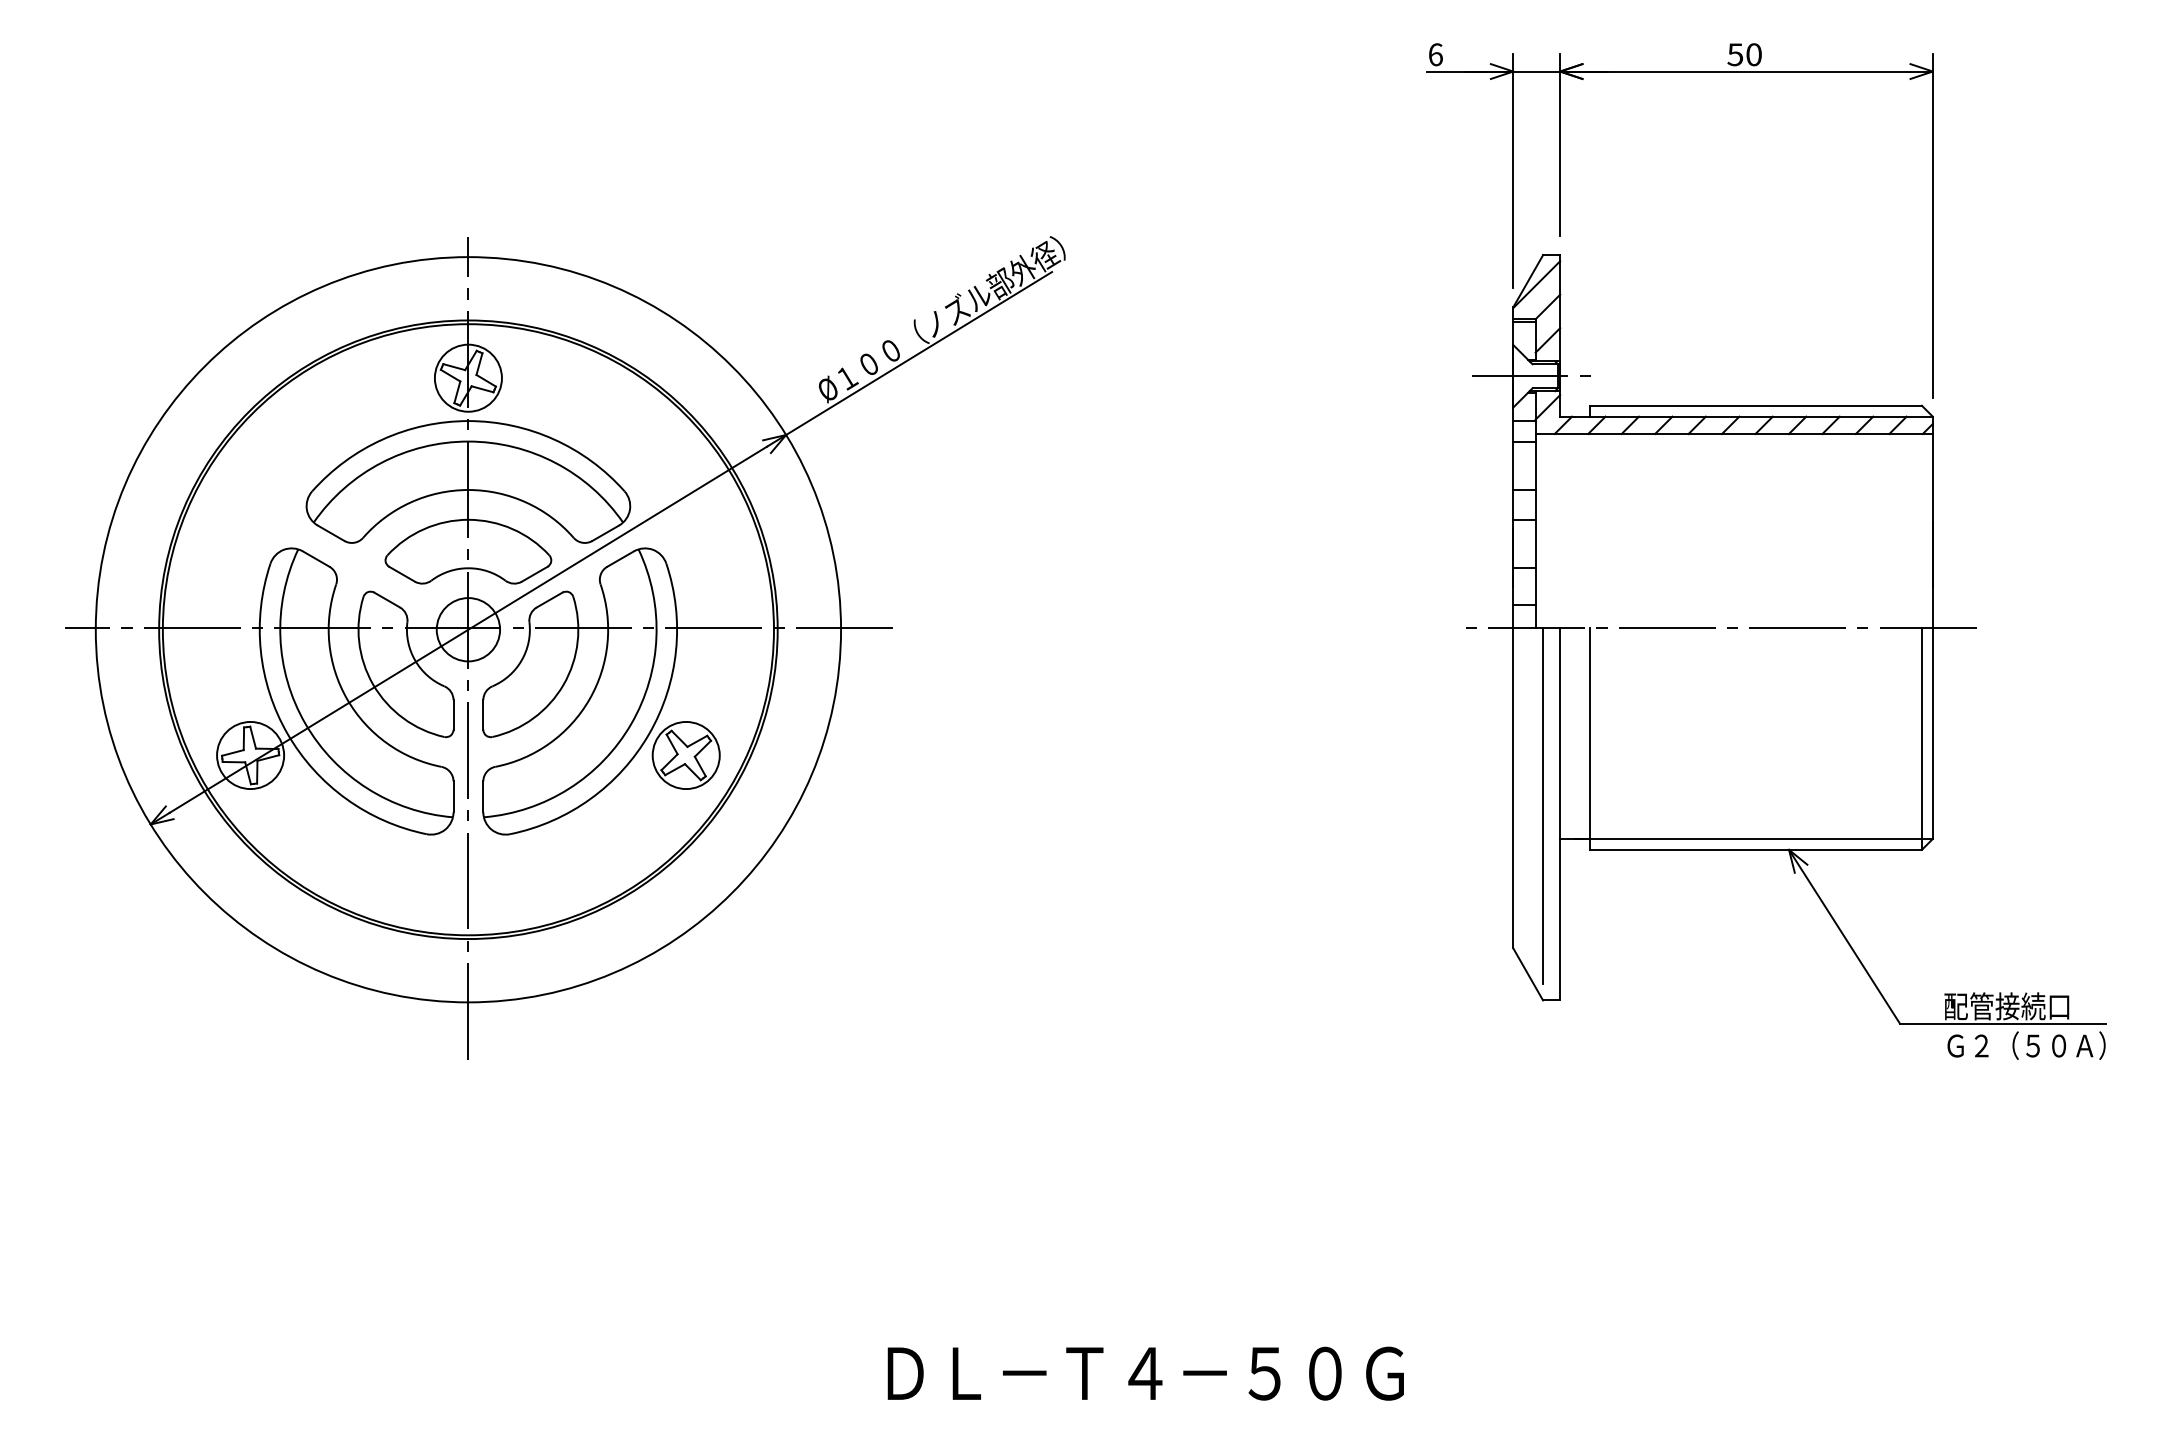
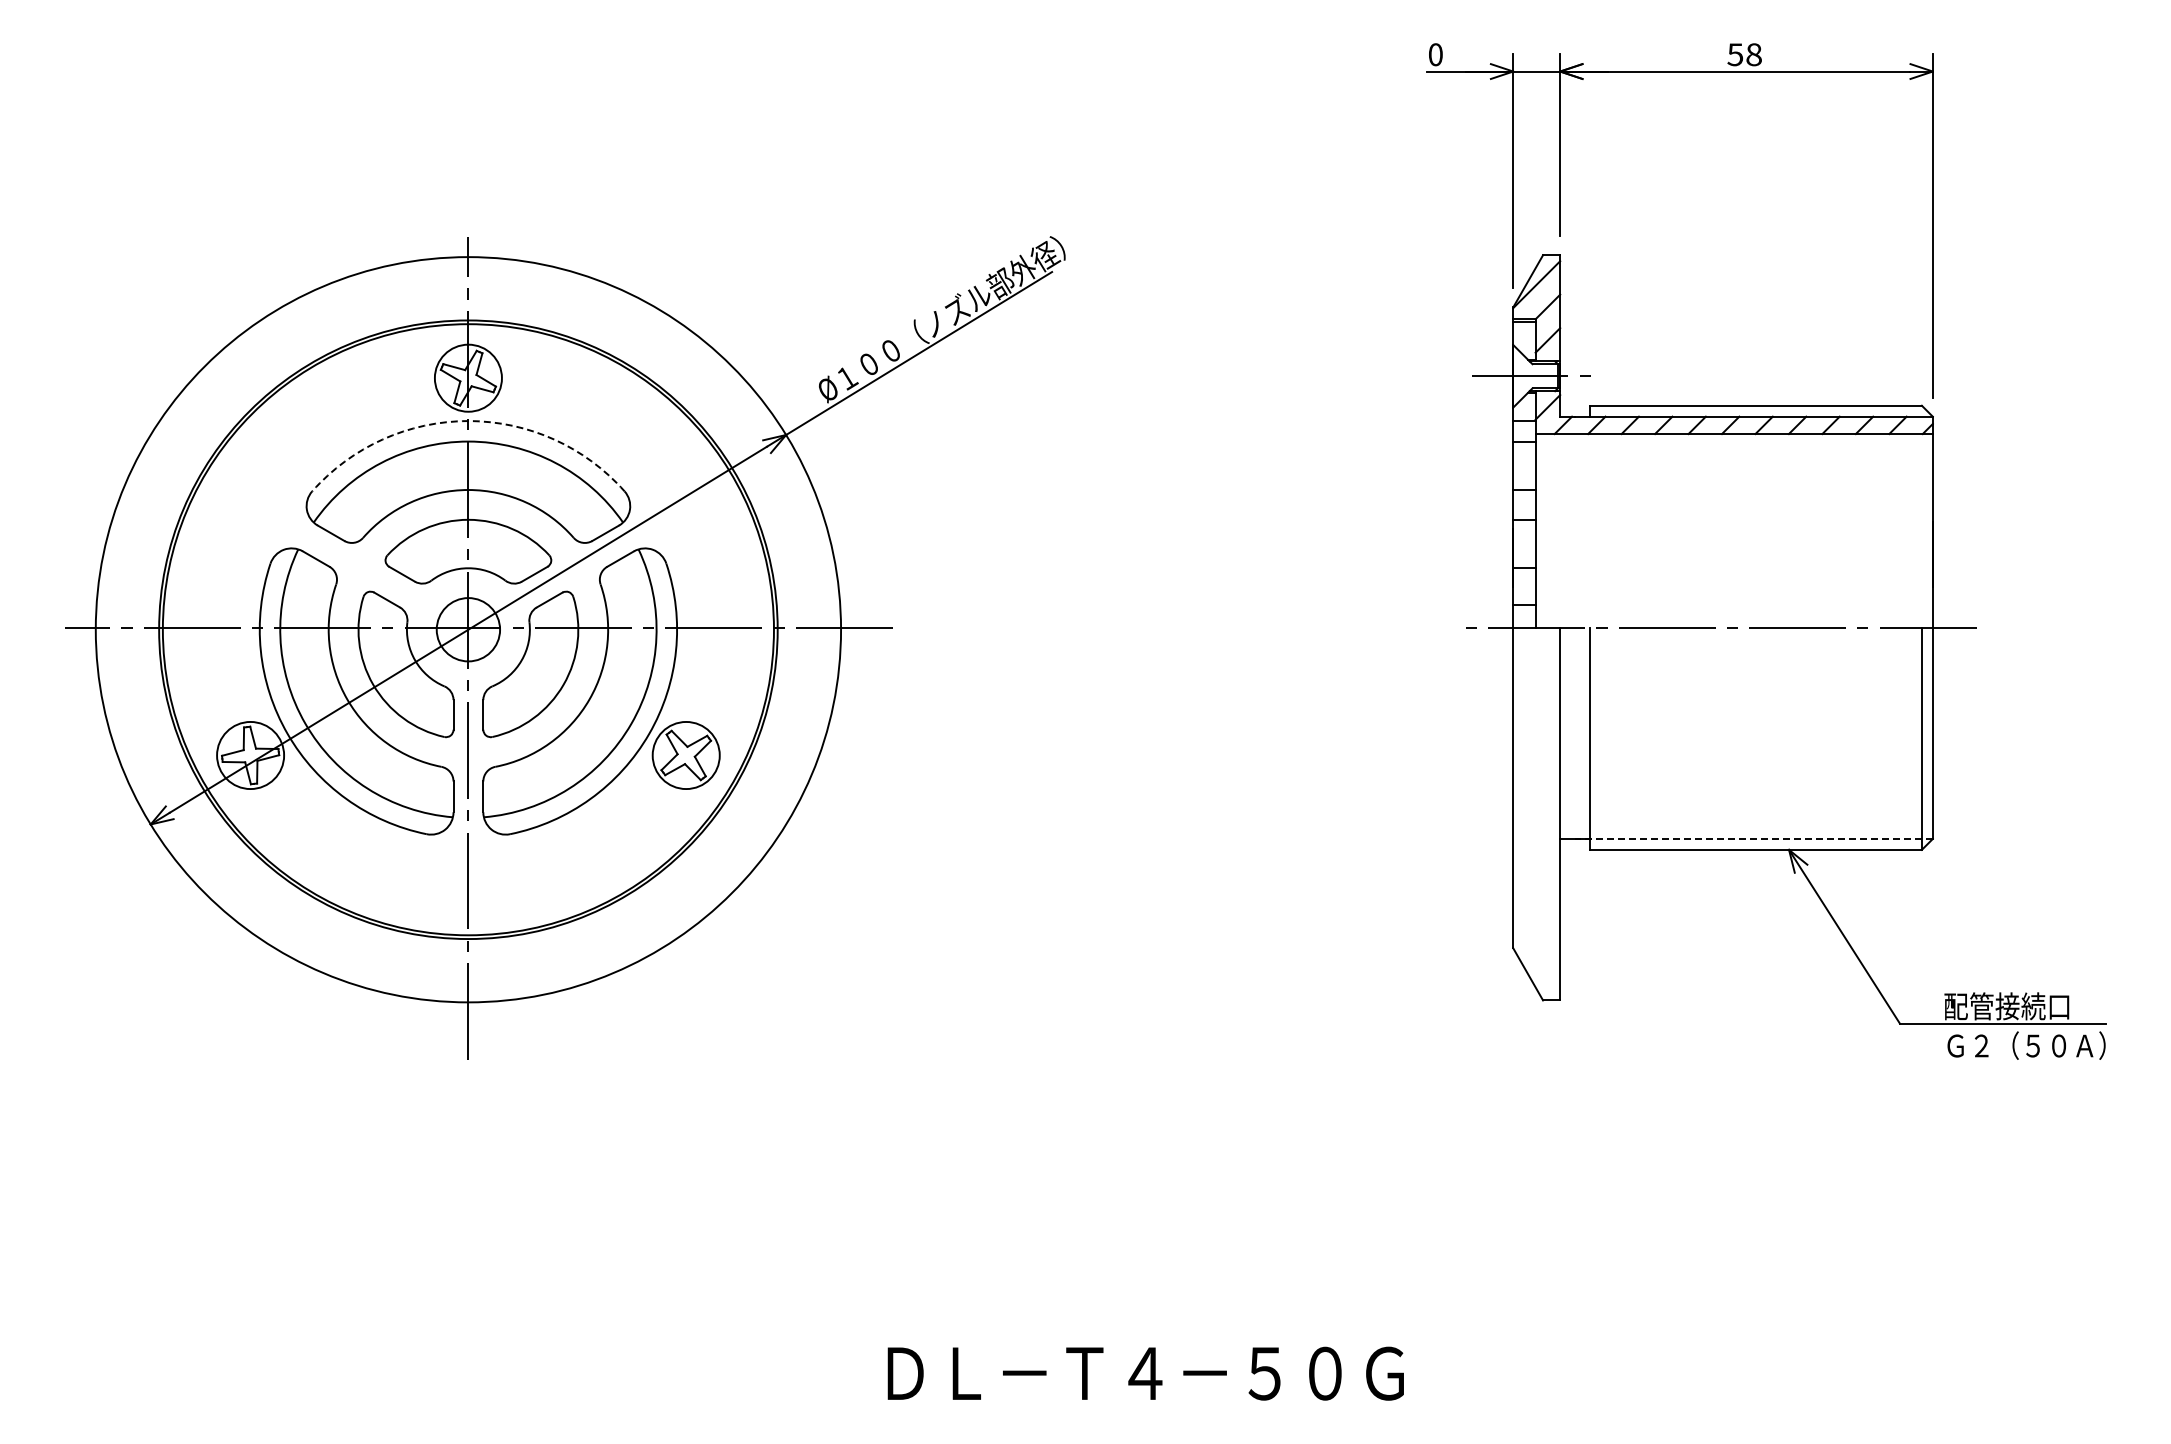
text at (1435, 54): 6 -> 0
text at (1753, 54): 50 -> 58
arc at (468, 421): solid -> dashed
line at (1543, 805): present -> none
line at (1753, 838): solid -> dashed
